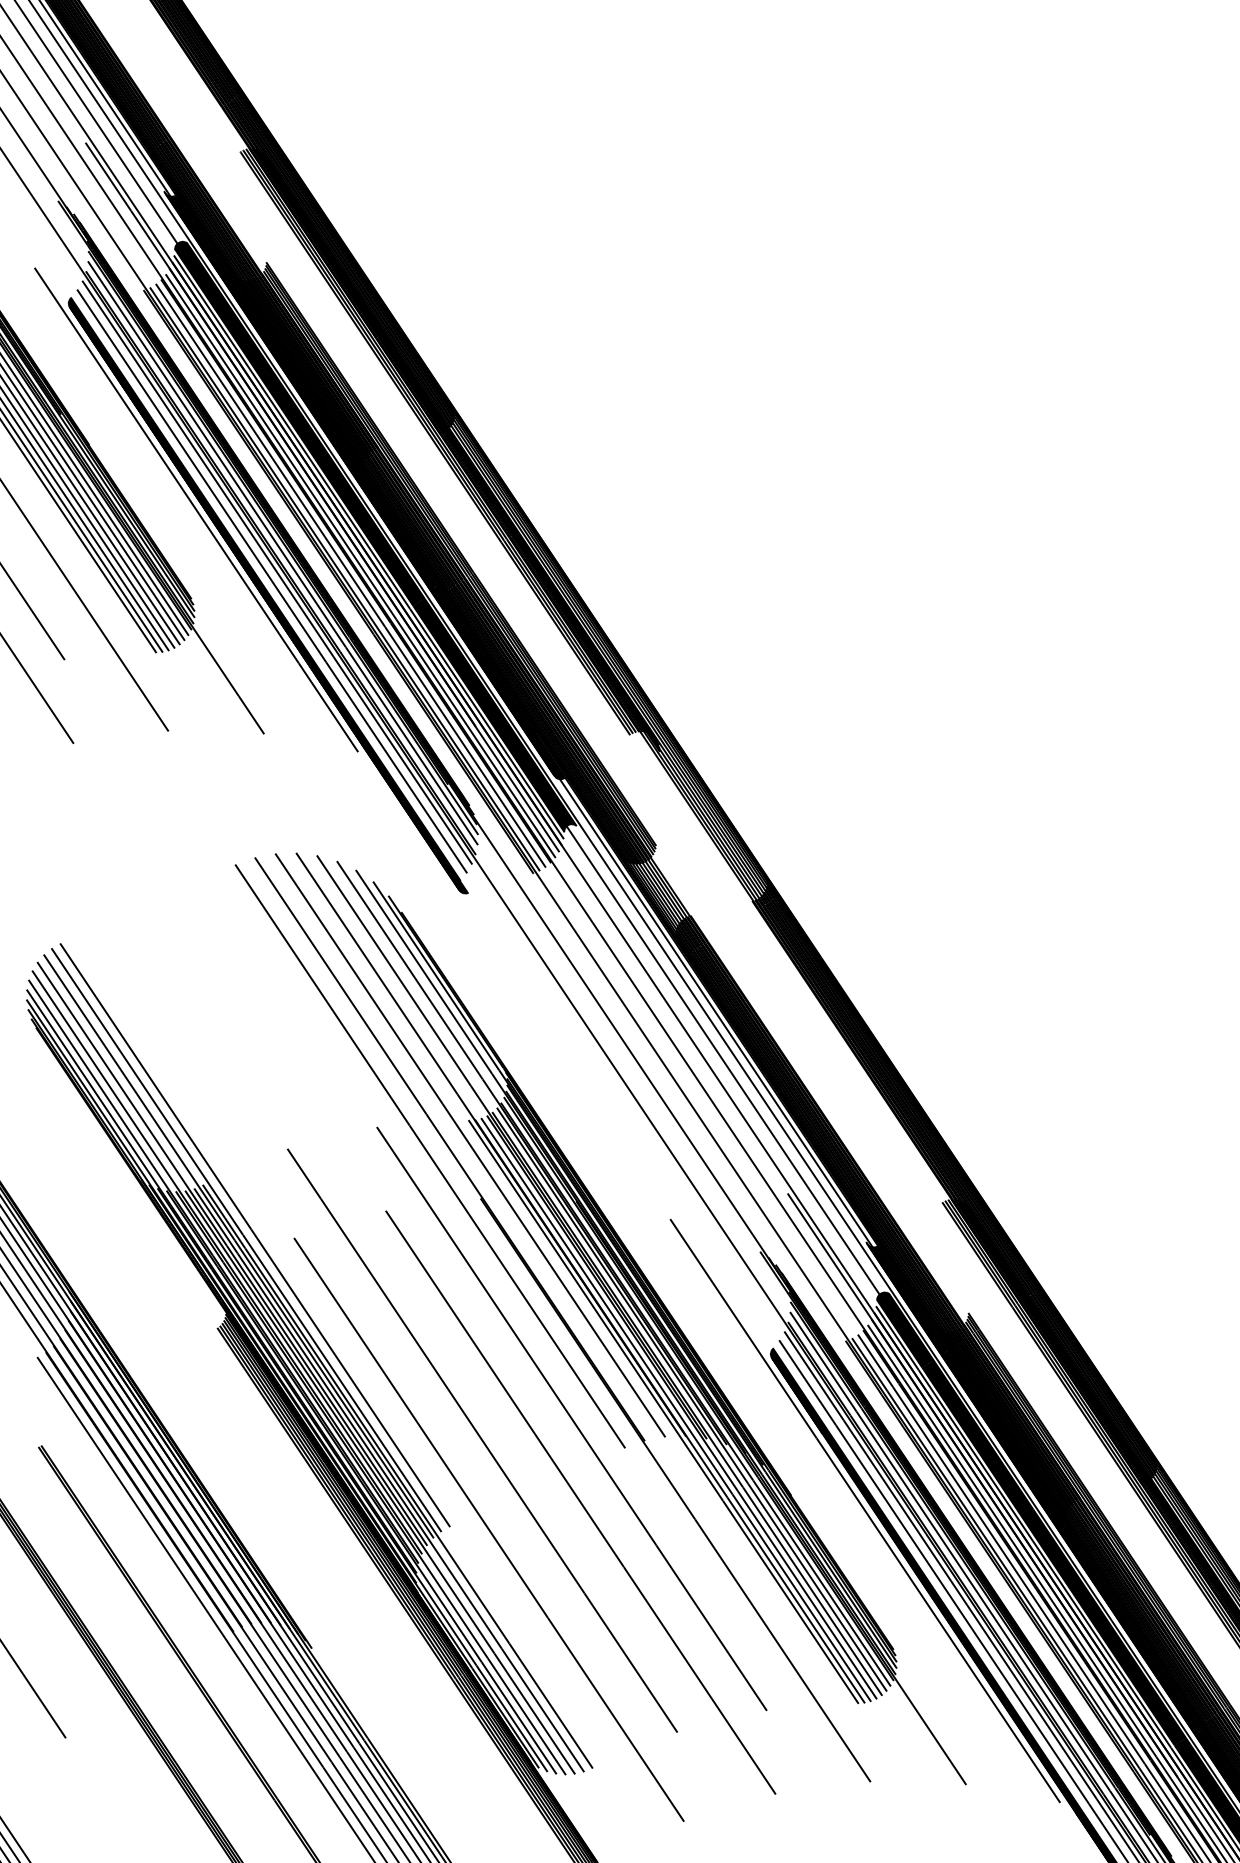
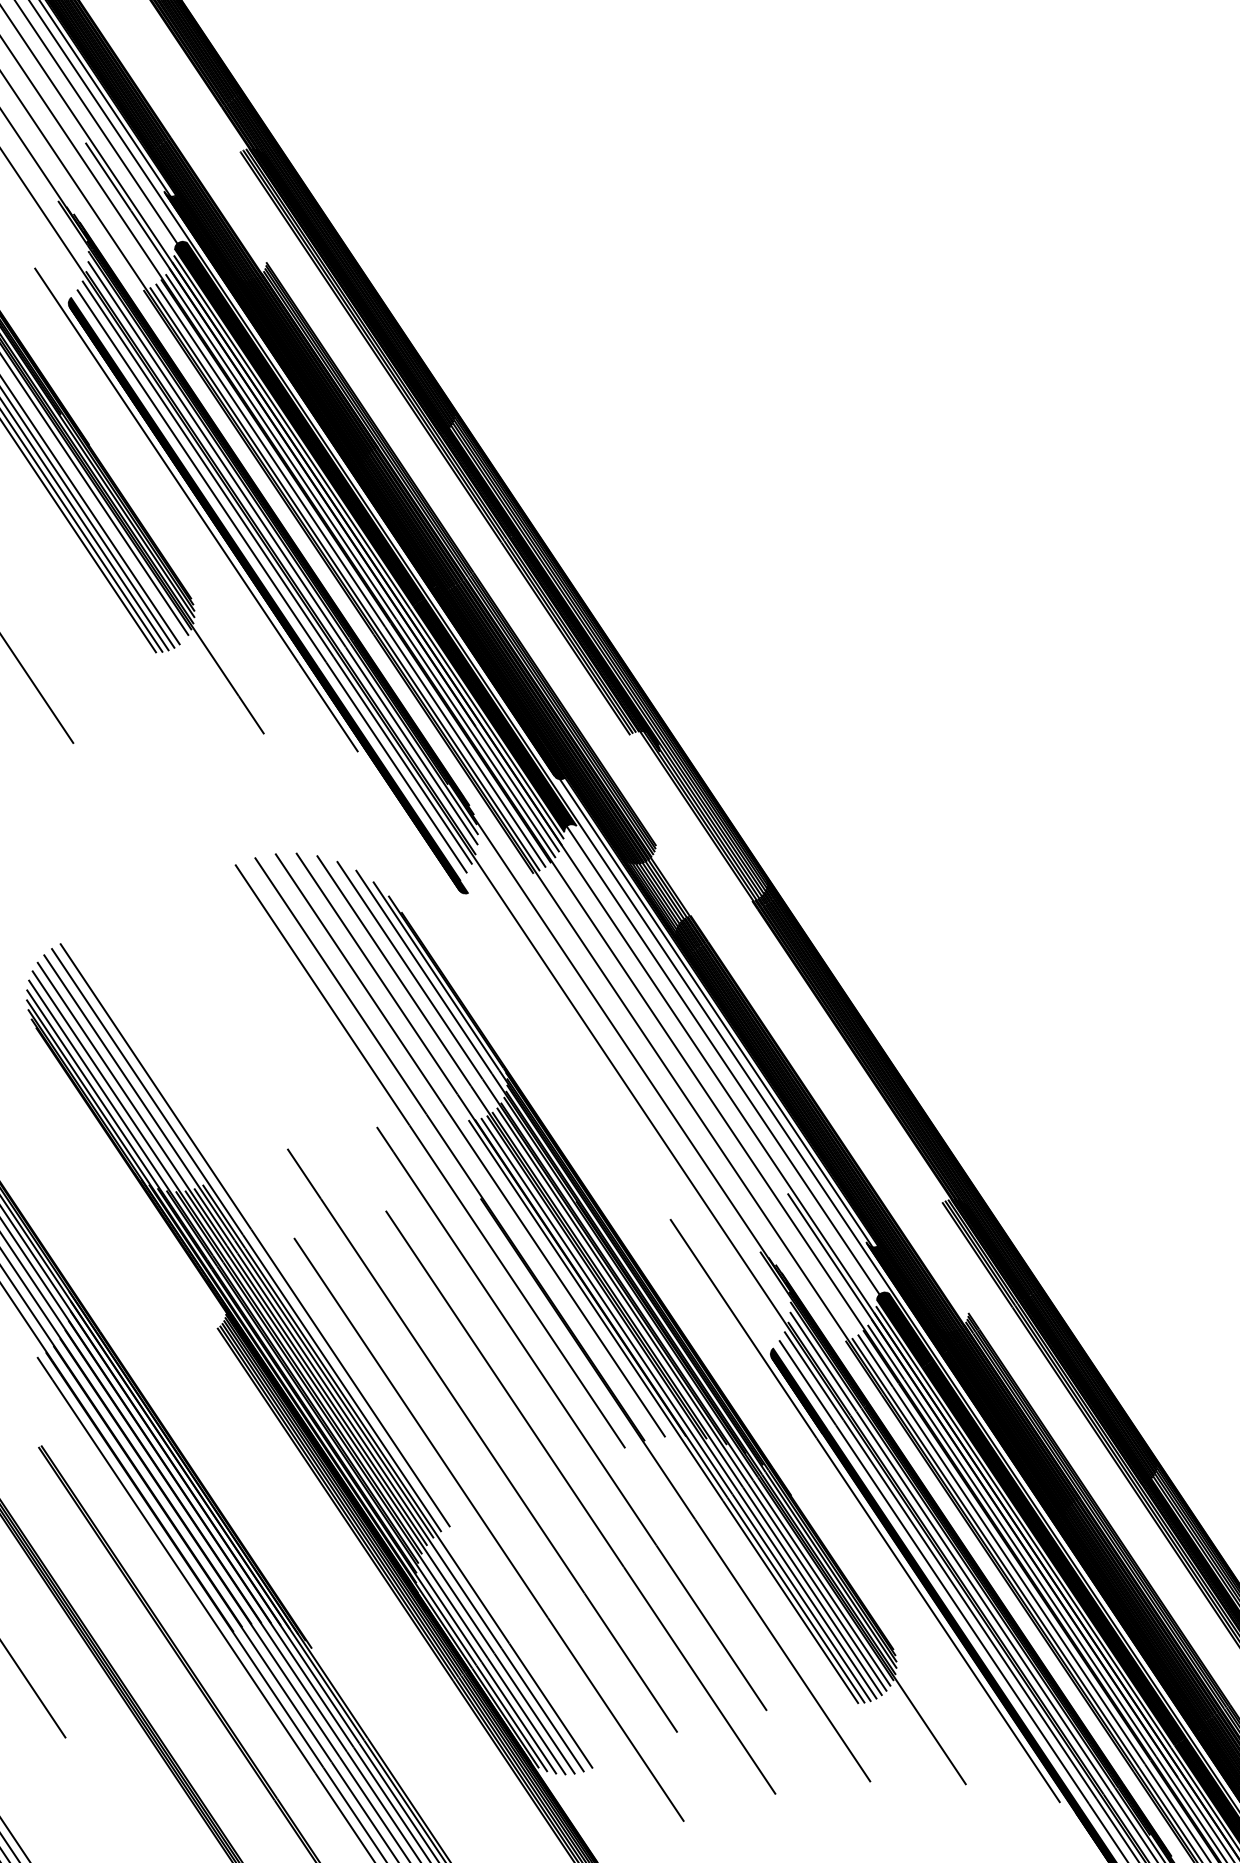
line at (93, 503): present -> none
line at (85, 606): present -> none
line at (33, 613): present -> none
